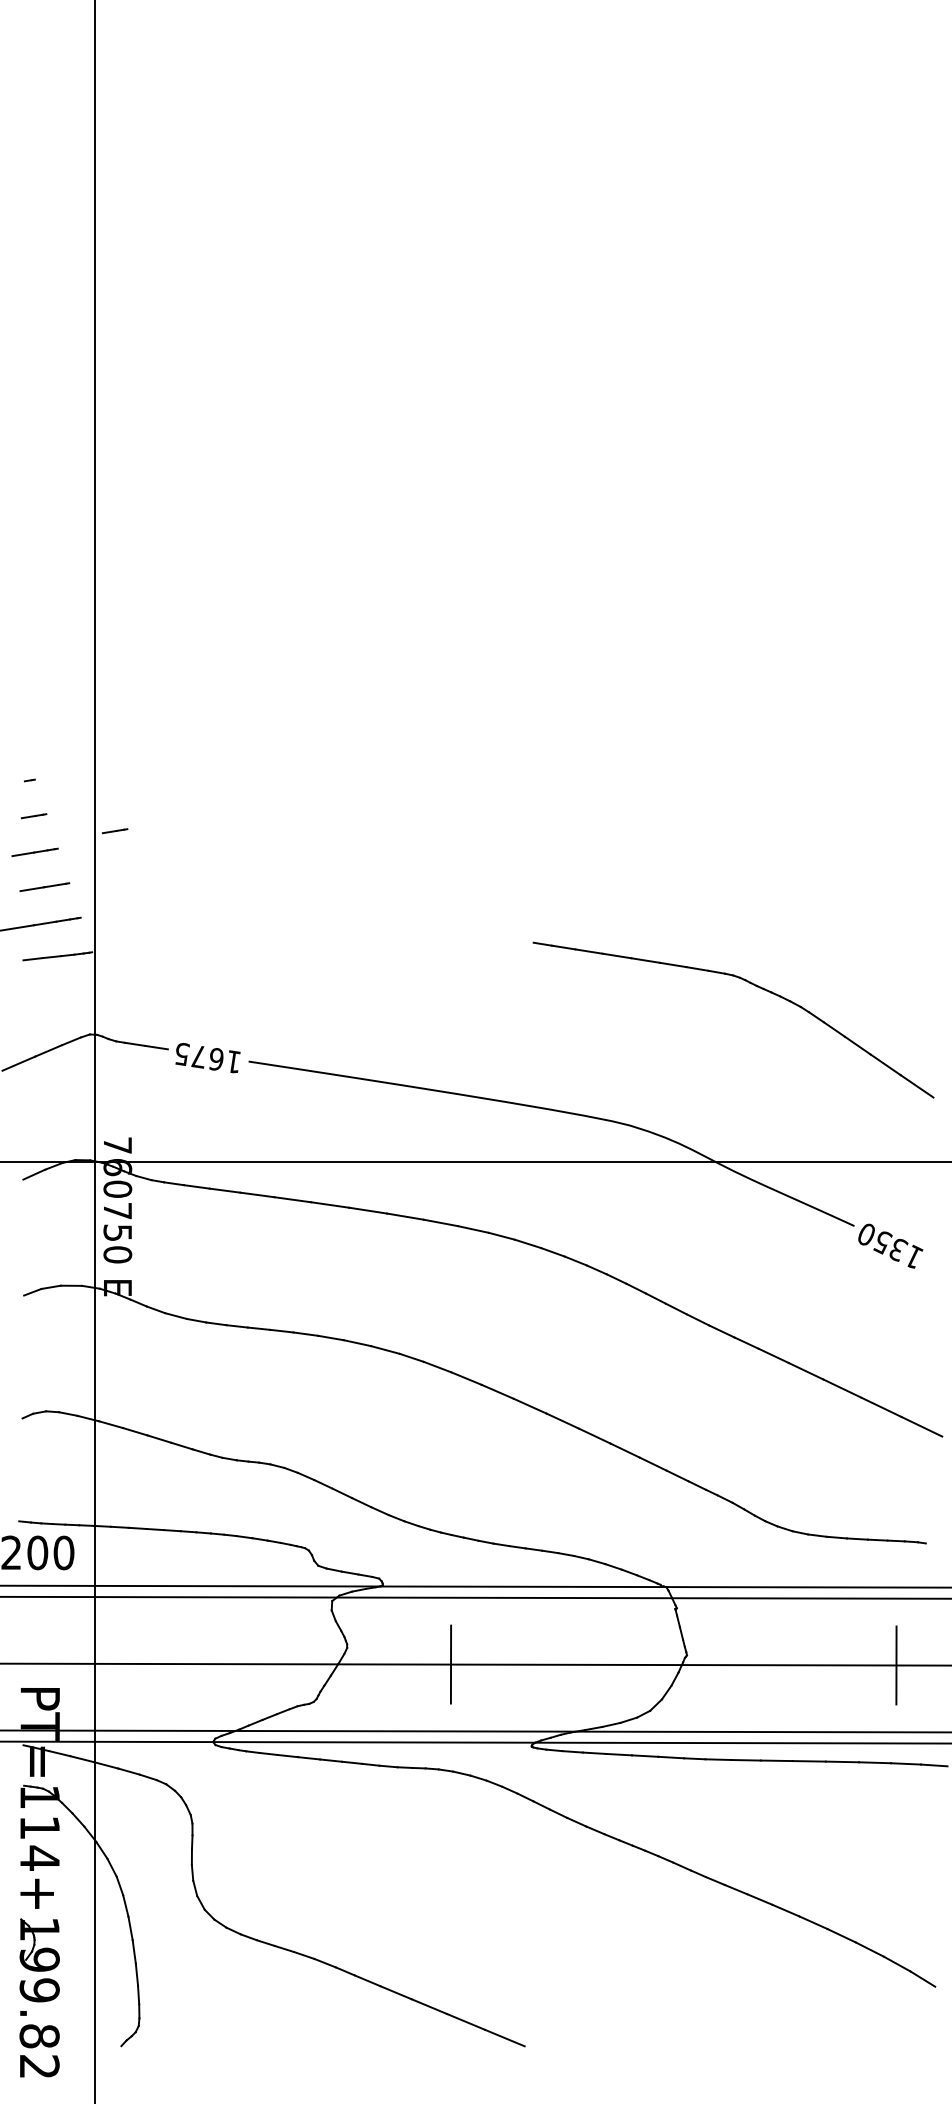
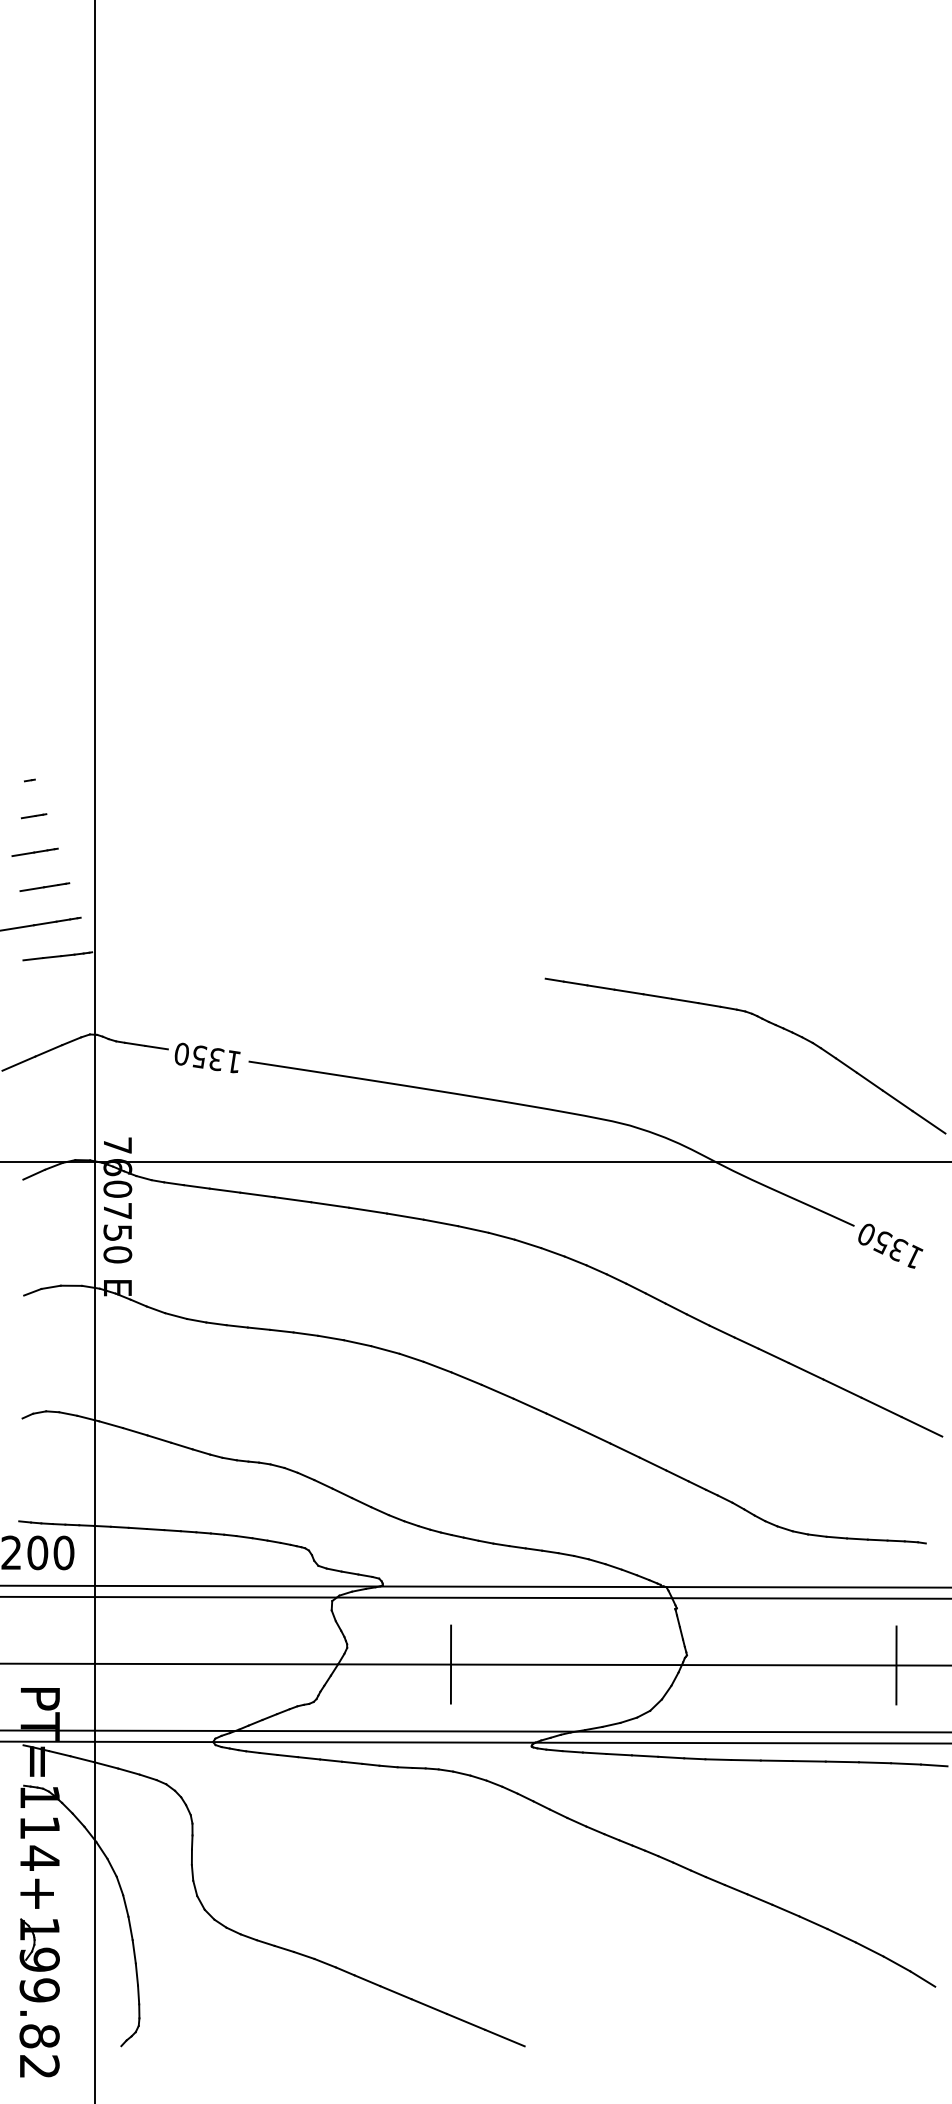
line at (114, 831): present -> none
part at (751, 984) position: (751, 984) -> (763, 1020)
text at (199, 1056): 1675 -> 1350
